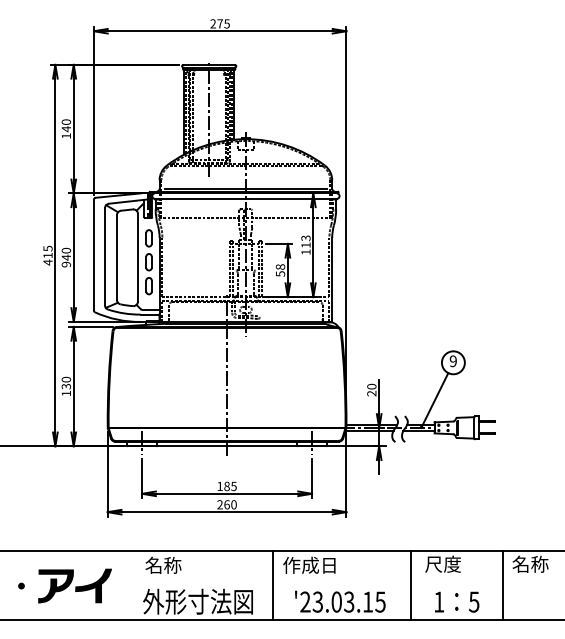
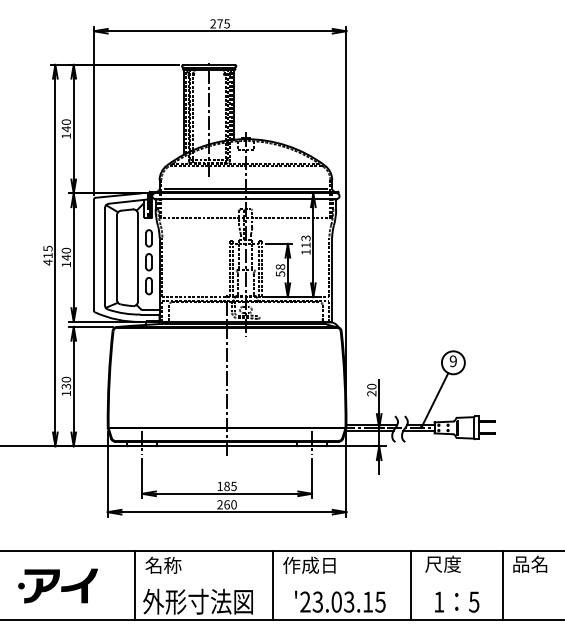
text at (66, 264): 940 -> 140
text at (530, 563): 名称 -> 品名
line at (135, 584): none -> present
part at (74, 585) position: (74, 585) -> (60, 585)
